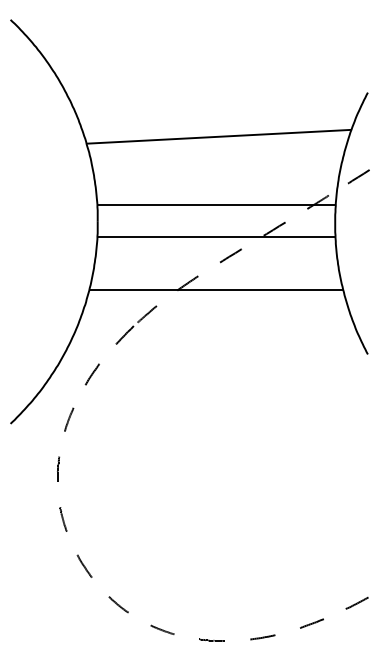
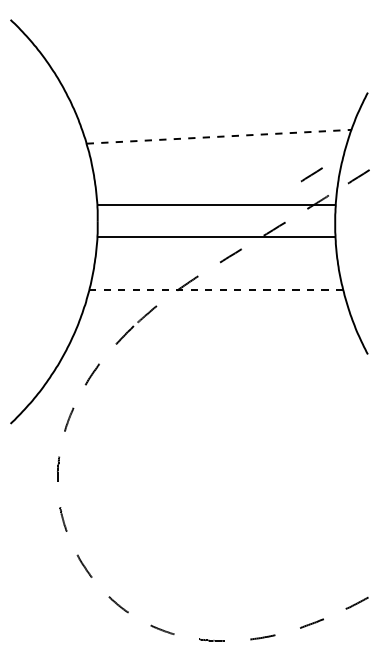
line at (219, 136): solid -> dashed
line at (311, 174): none -> present
line at (216, 289): solid -> dashed
